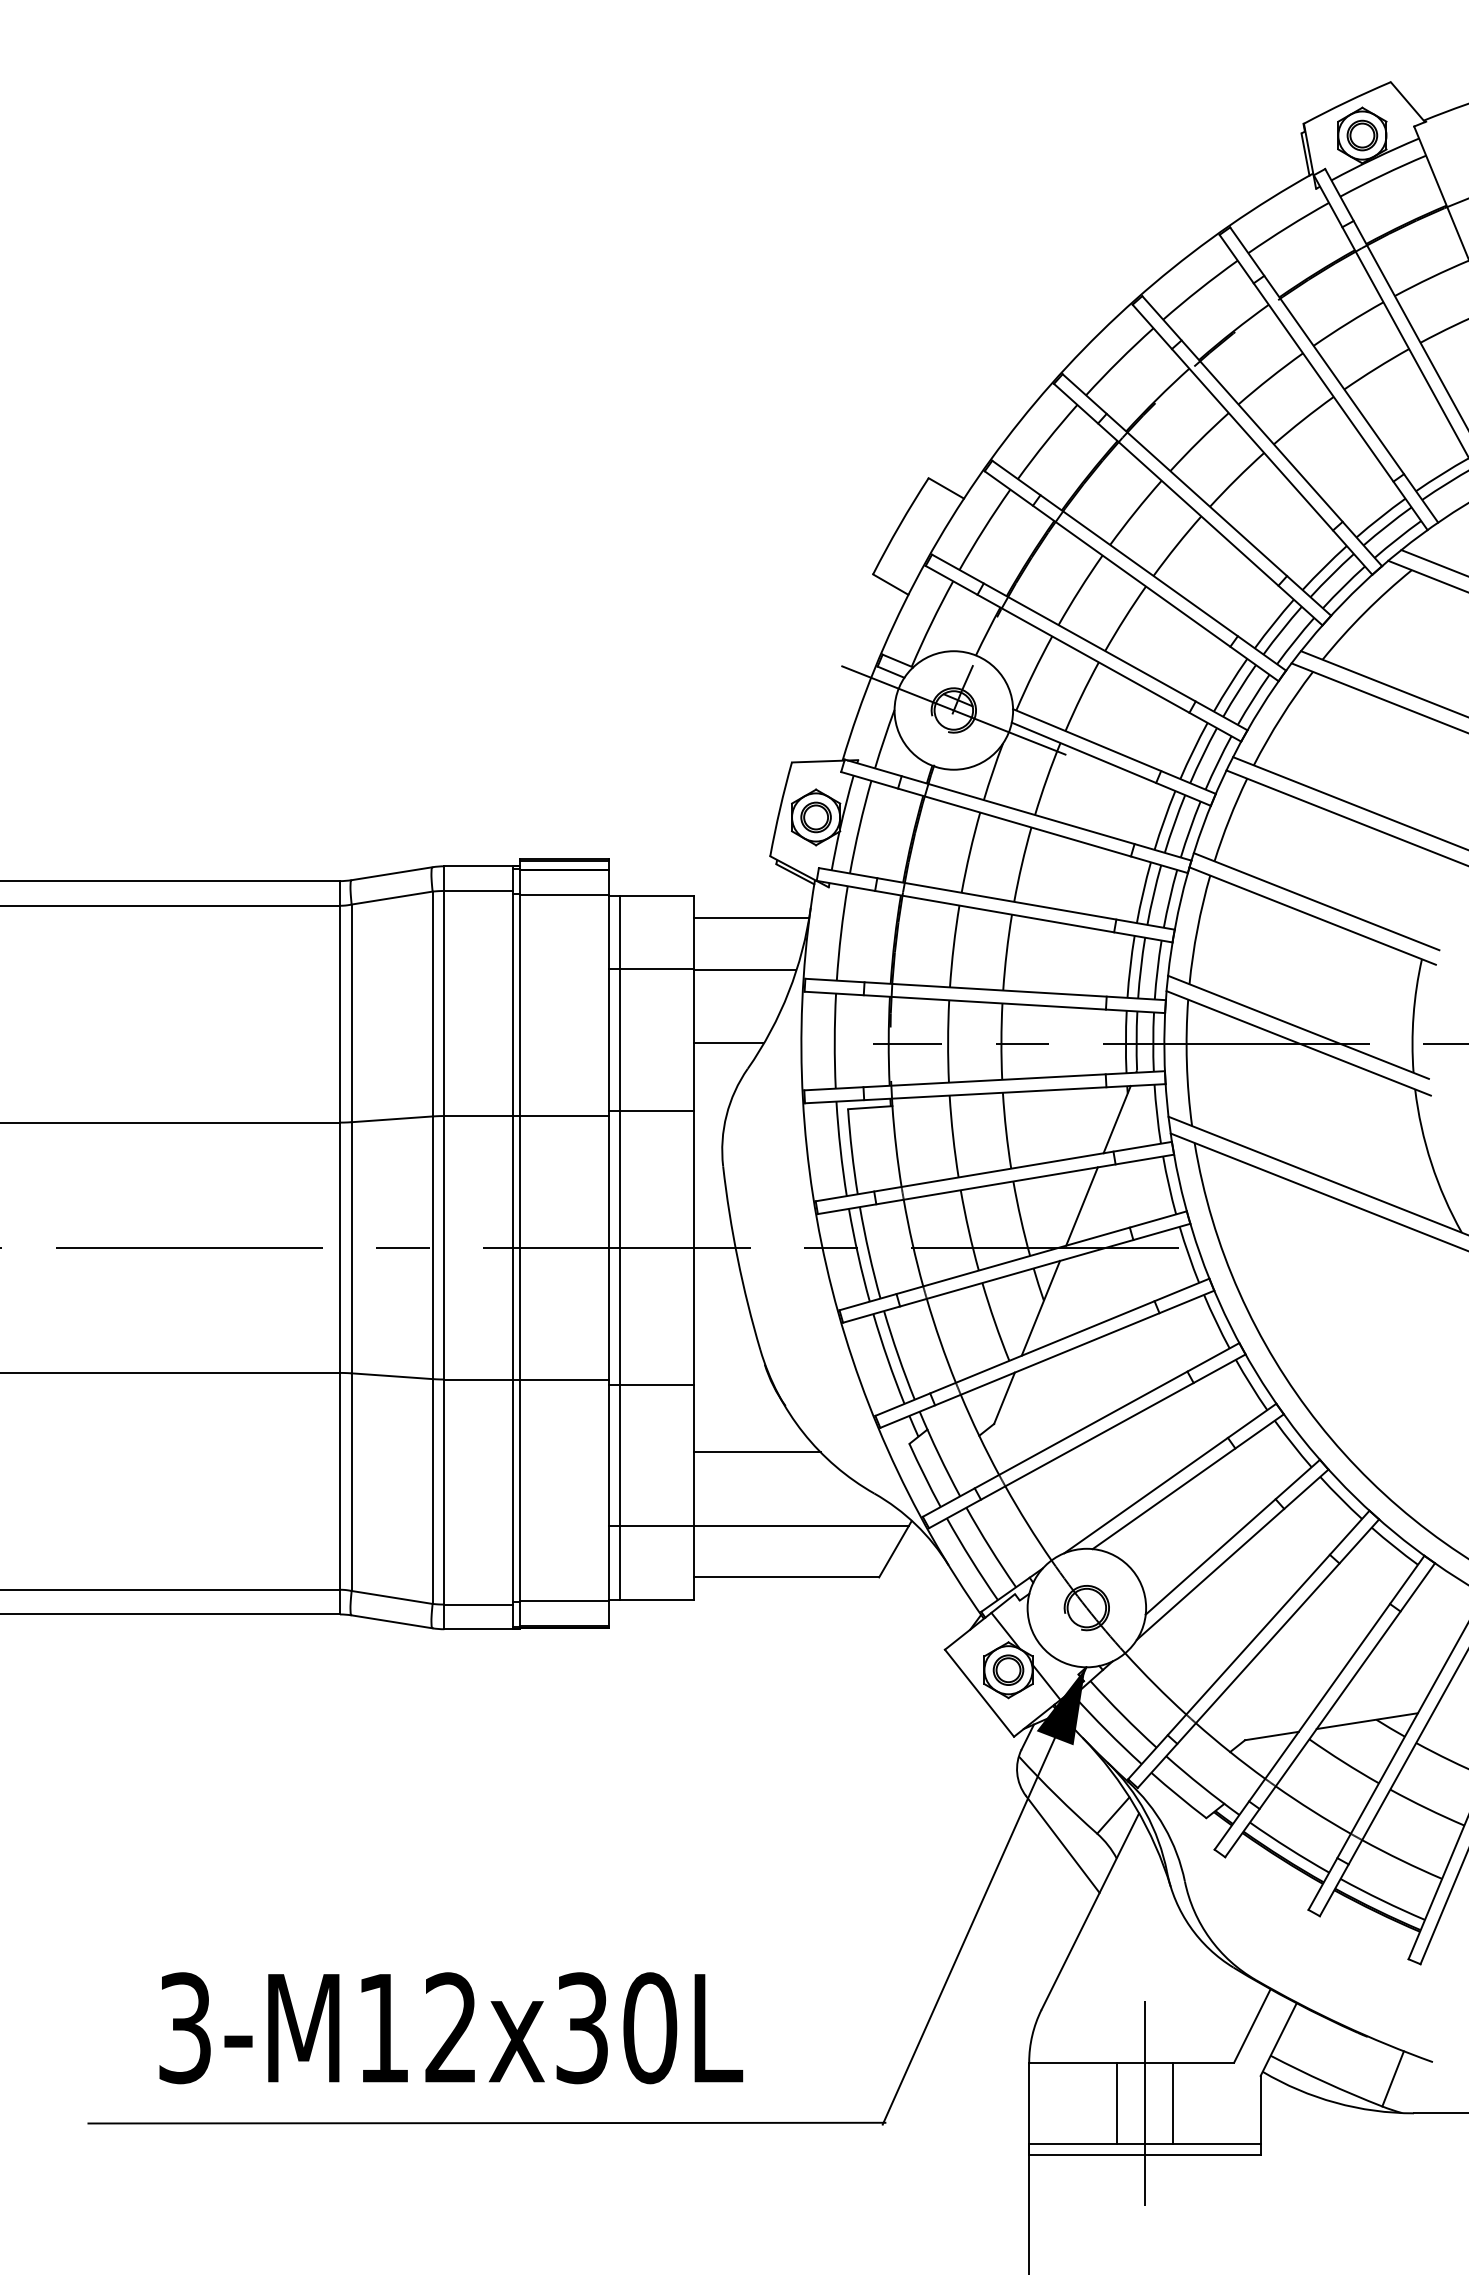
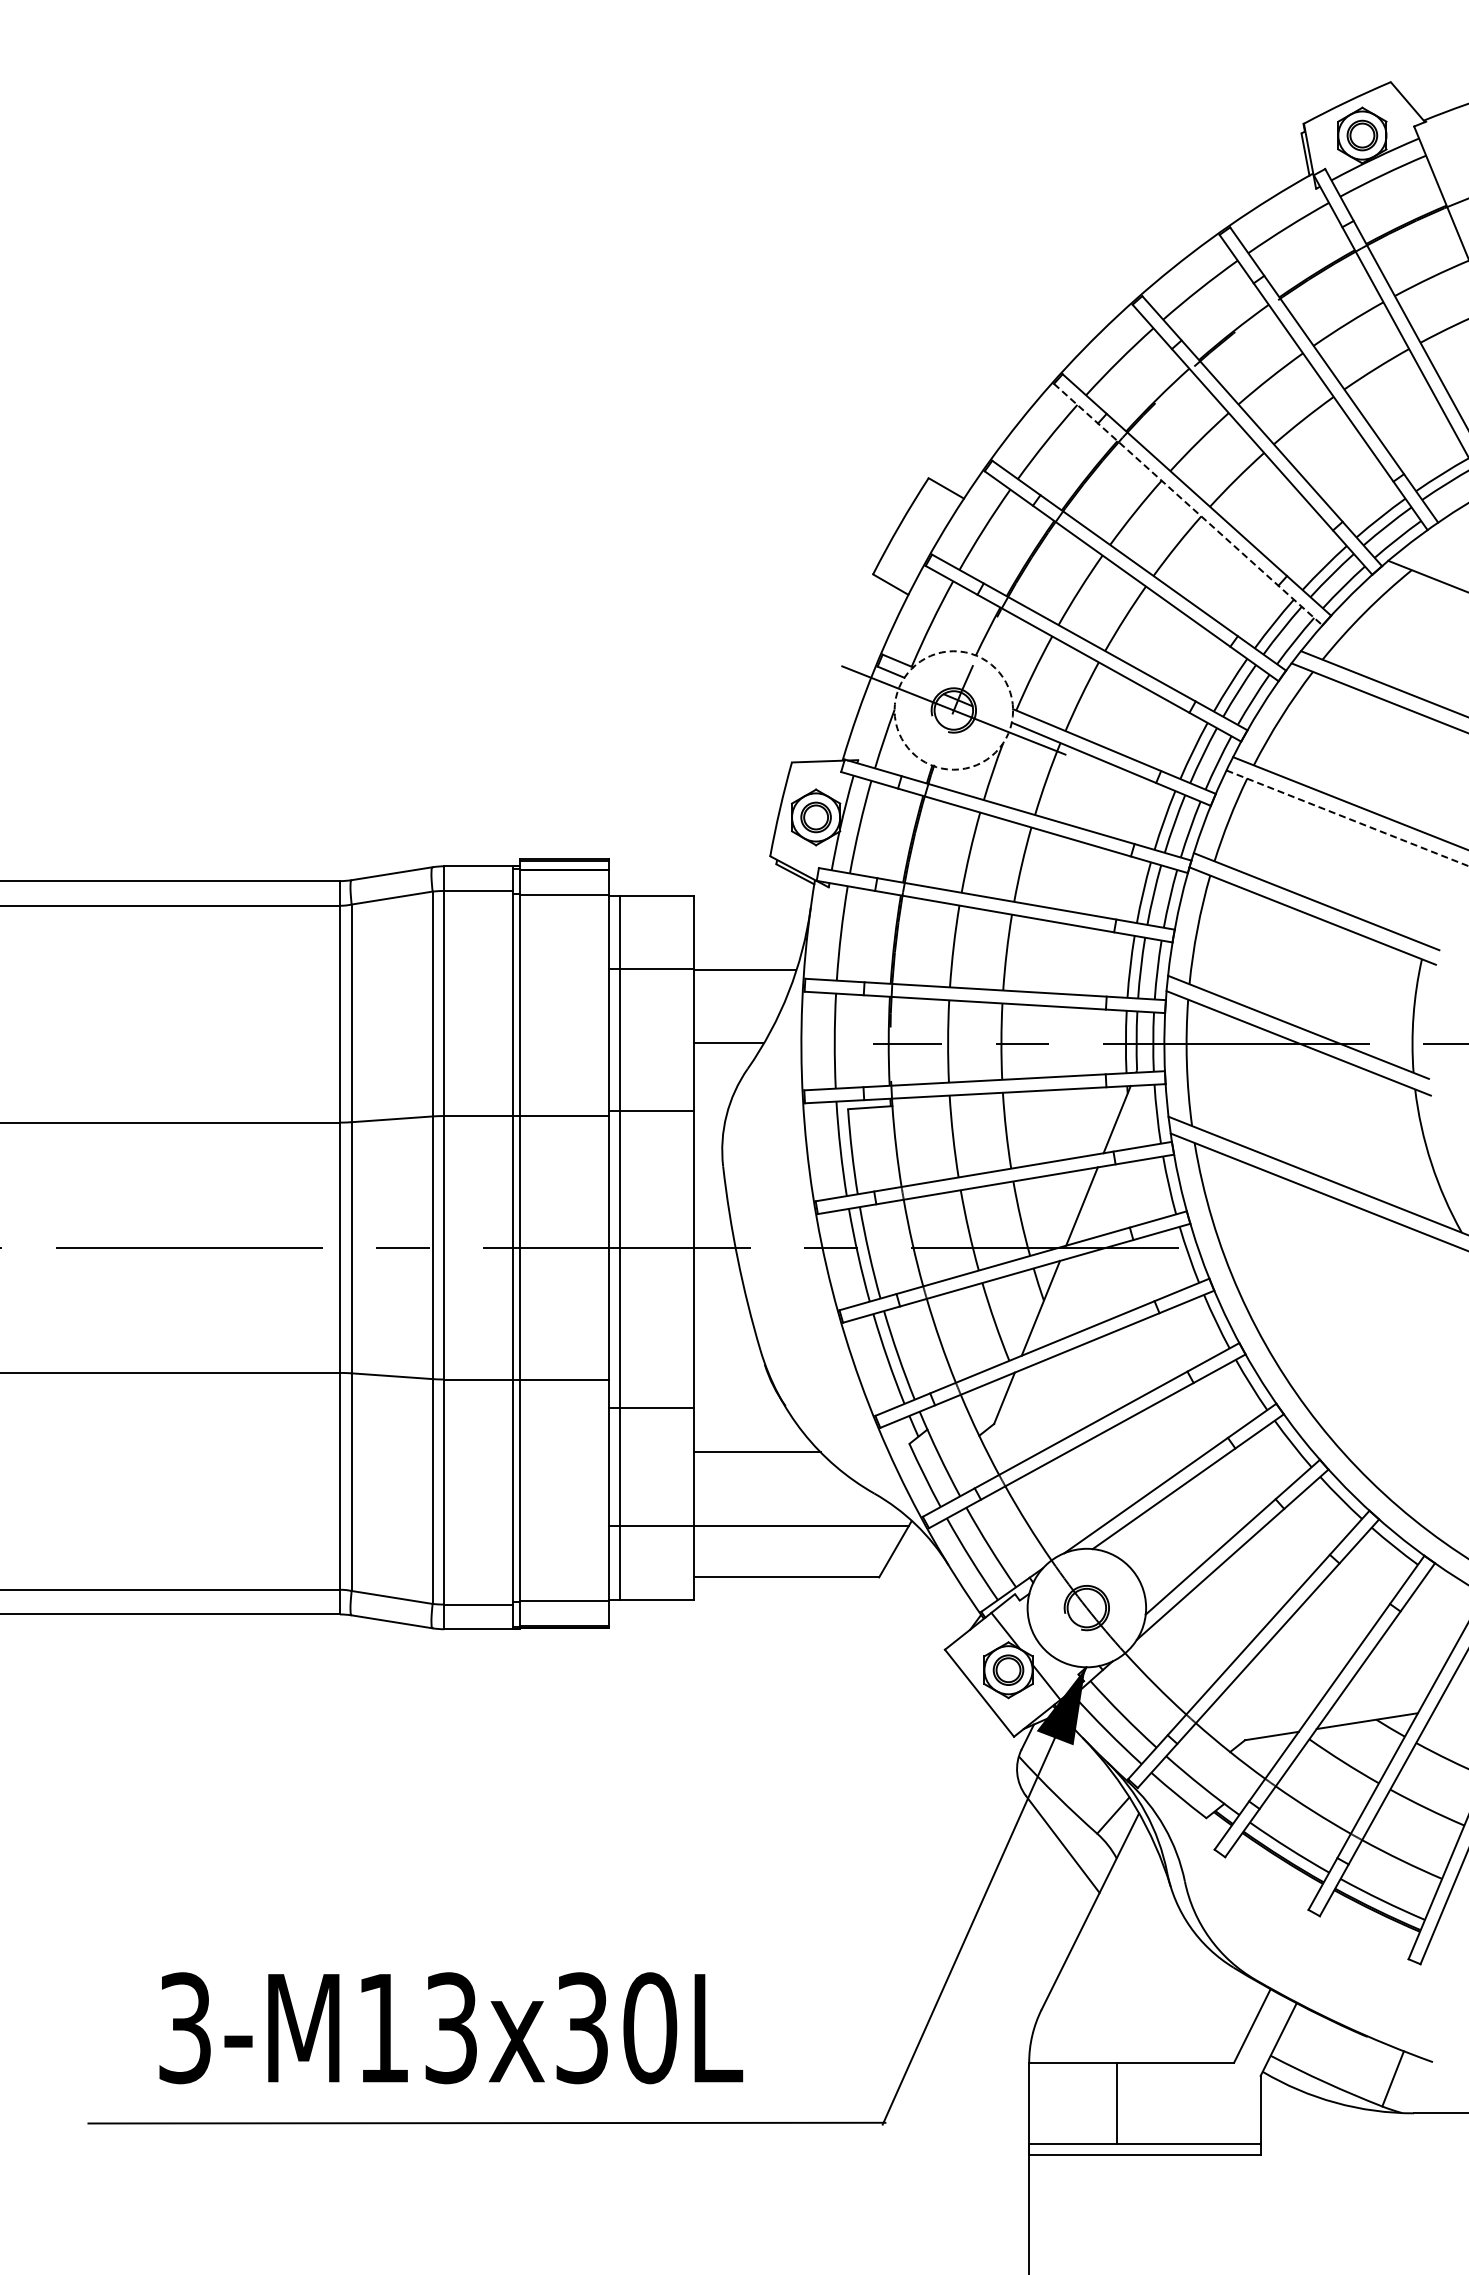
line at (1188, 504): solid -> dashed
line at (1433, 562): present -> none
circle at (953, 710): solid -> dashed
line at (1347, 818): solid -> dashed
line at (751, 918): present -> none
line at (651, 1384) position: (651, 1384) -> (651, 1407)
text at (450, 2028): 3-M12x30L -> 3-M13x30L
line at (1144, 2102): present -> none
line at (1172, 2103): present -> none
